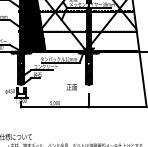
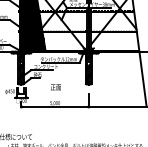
text at (71, 87) position: (71, 87) -> (55, 87)
